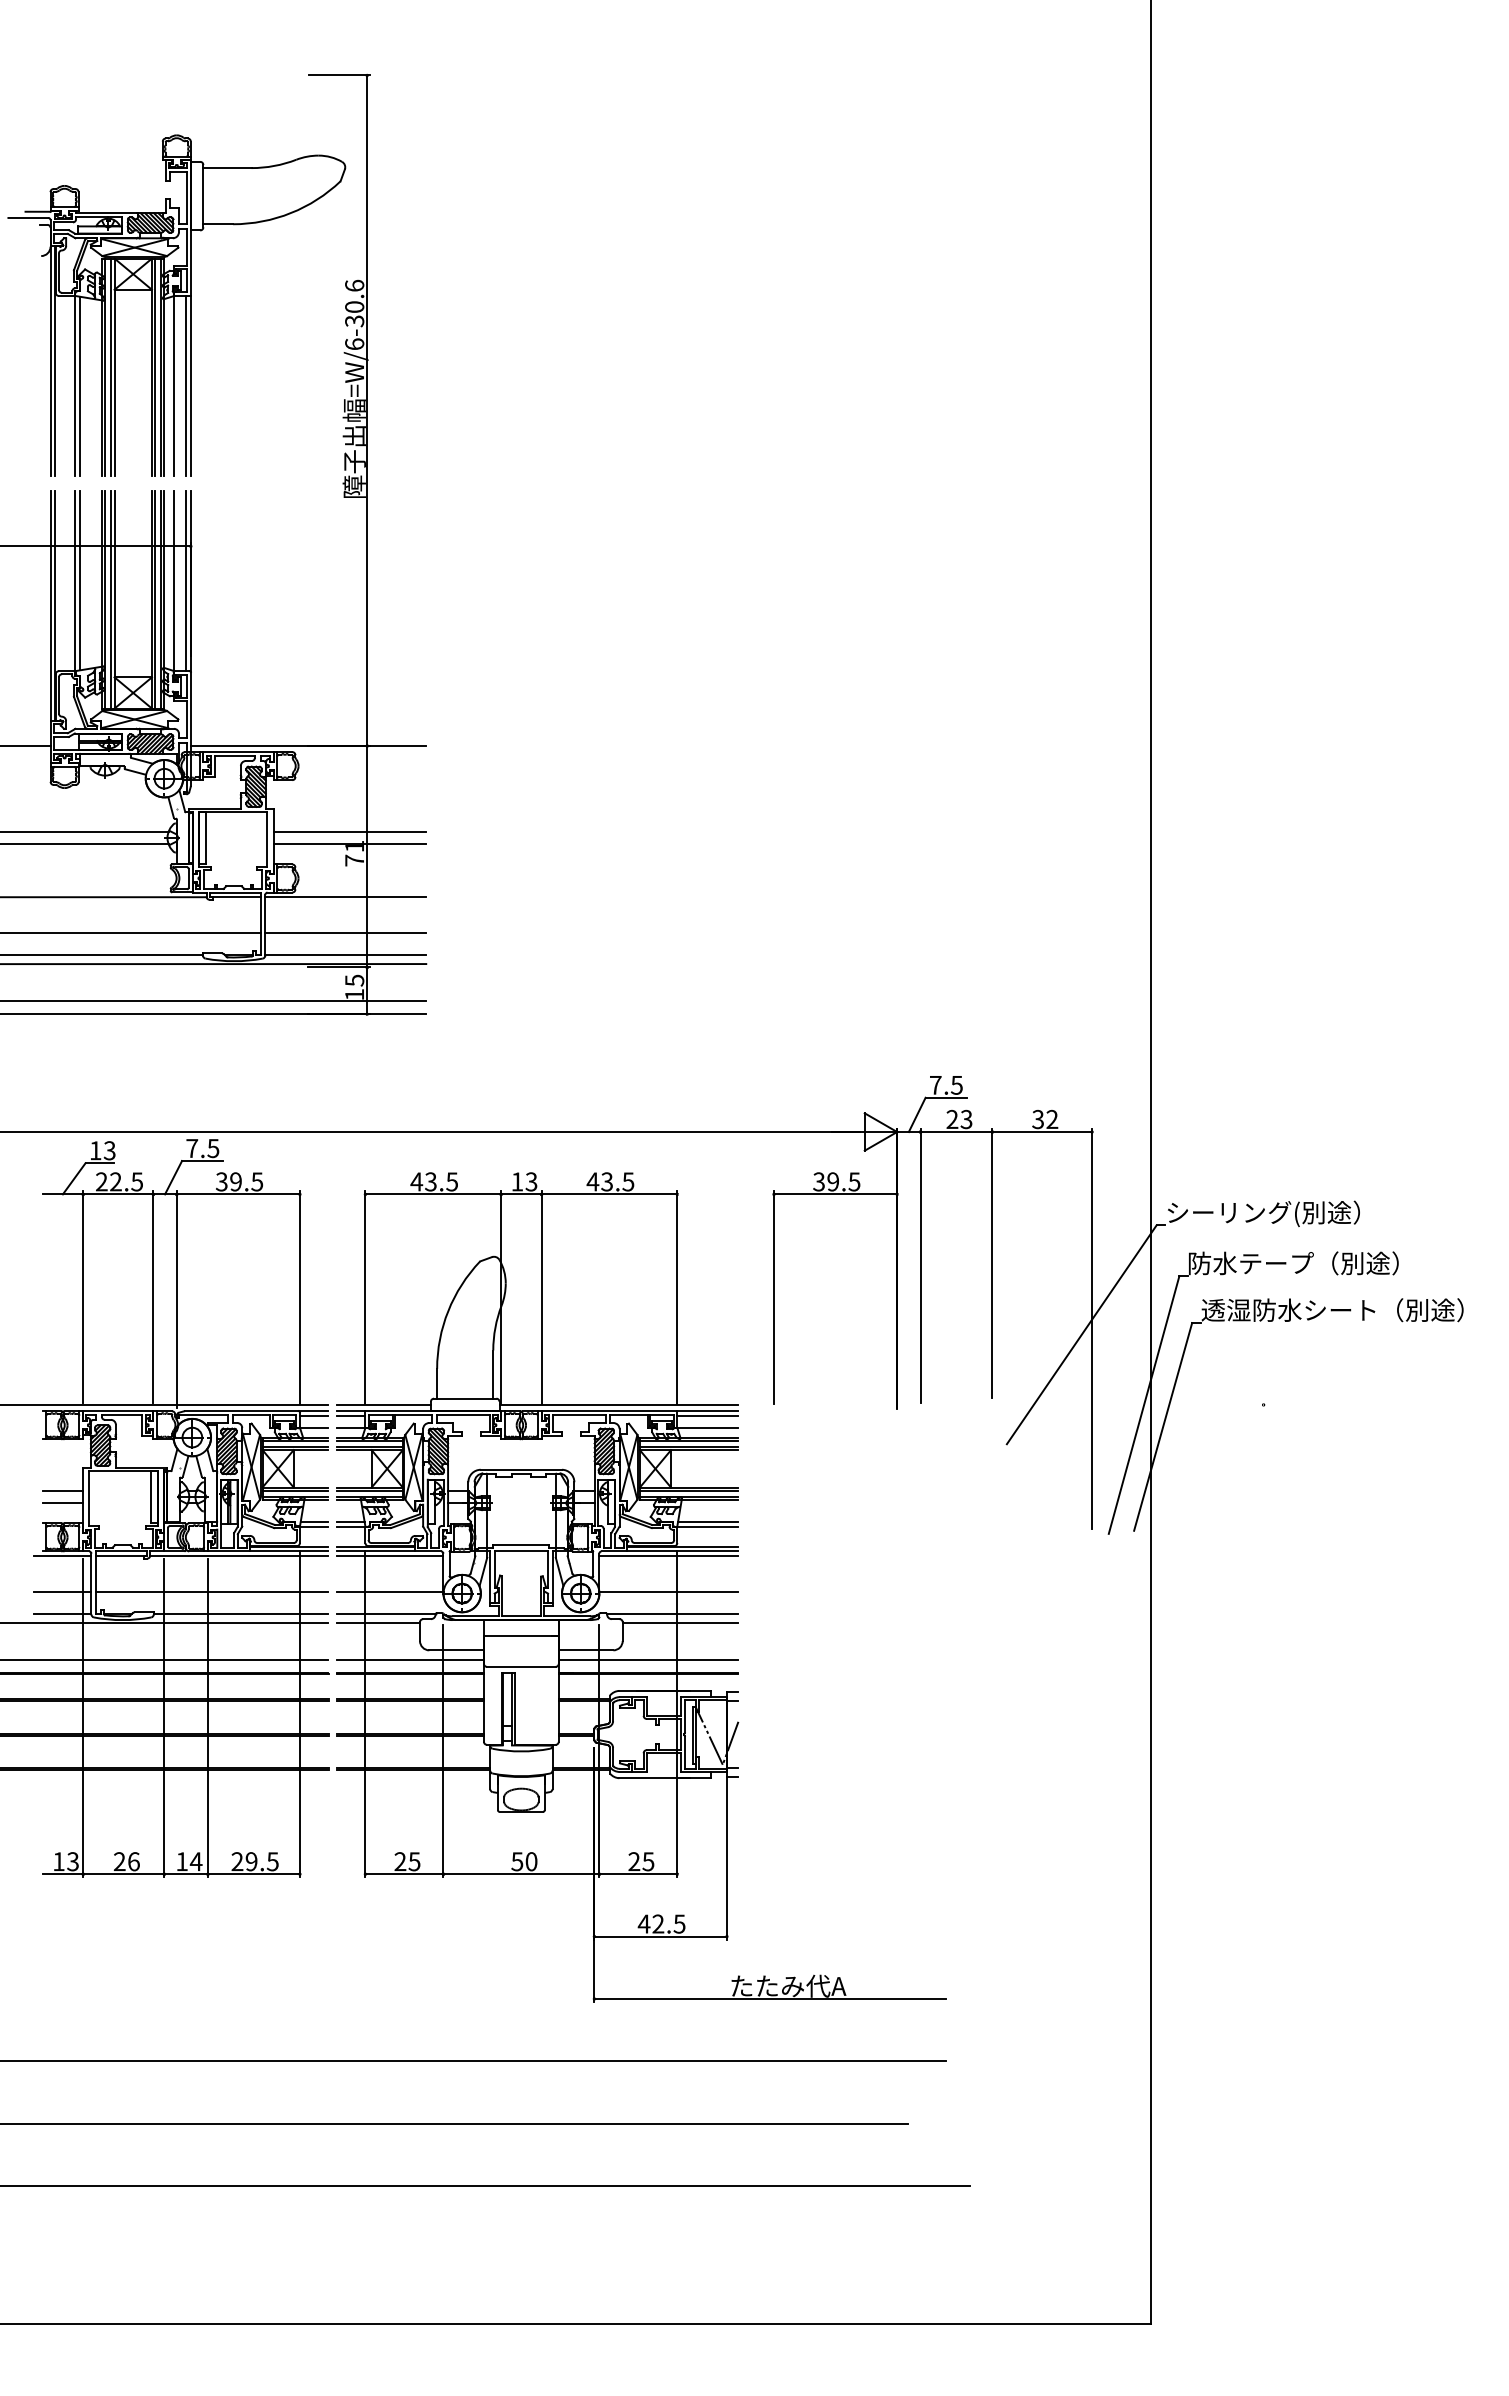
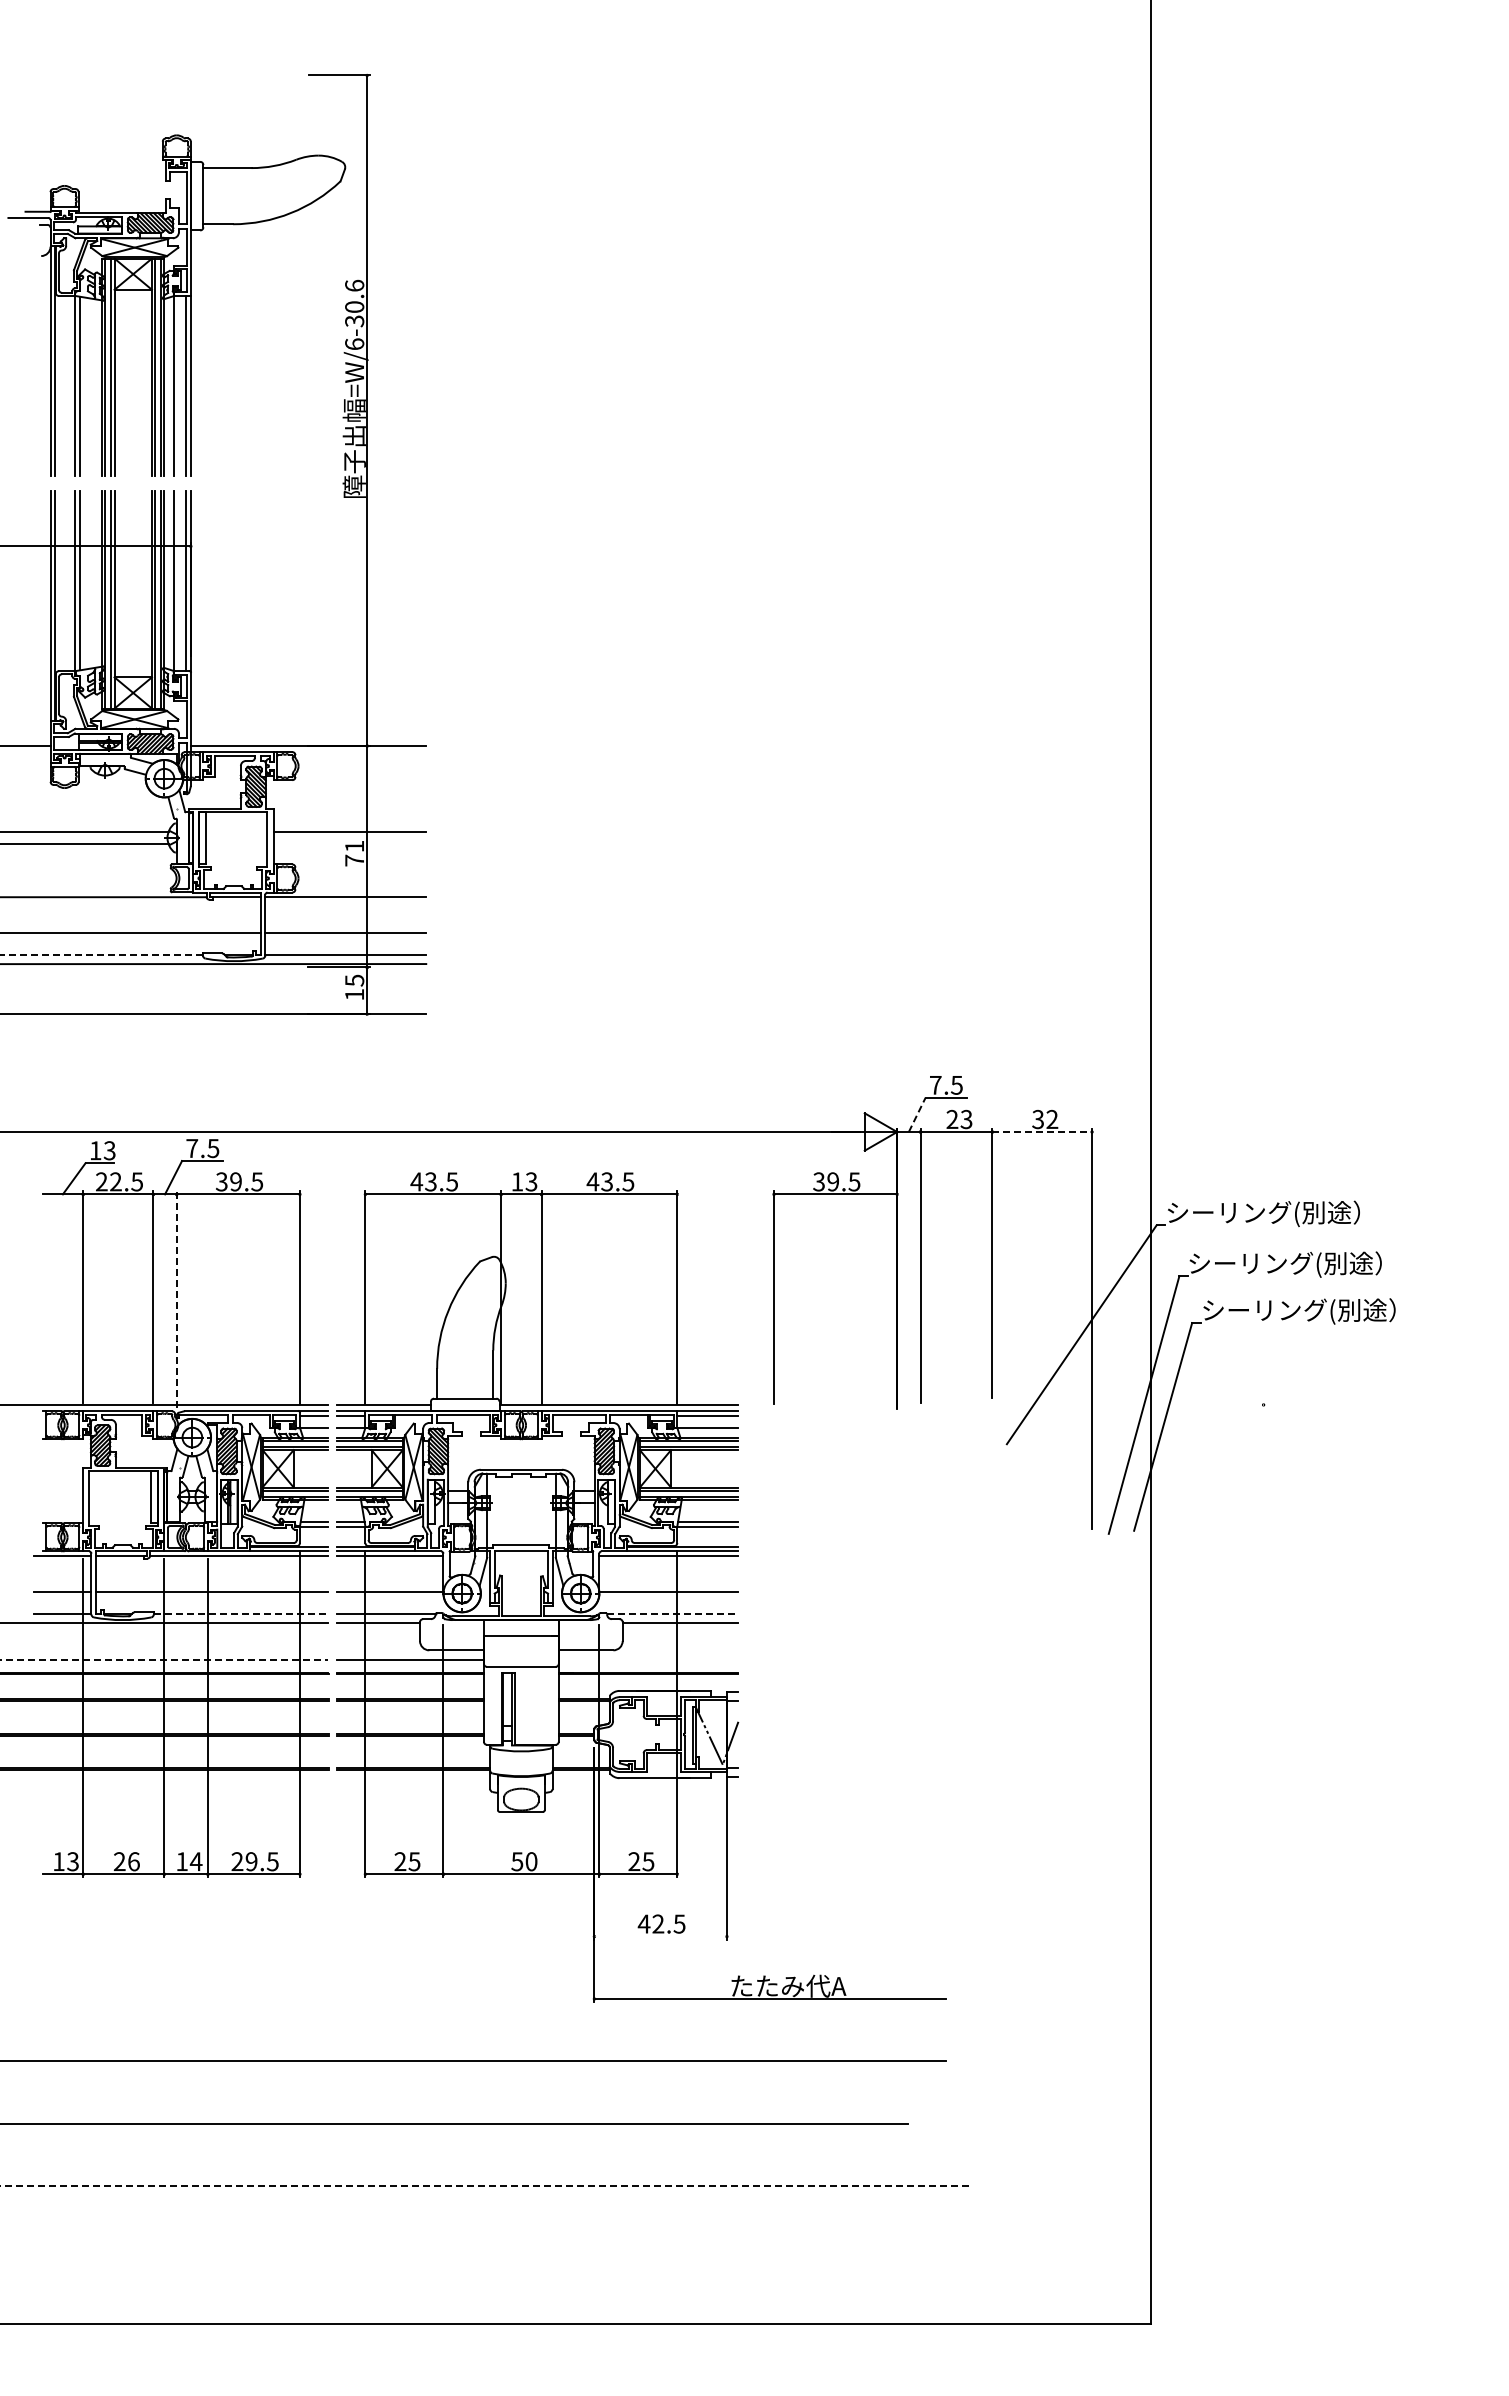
line at (349, 844): present -> none
line at (100, 954): solid -> dashed
line at (214, 1001): present -> none
line at (917, 1114): solid -> dashed
line at (1042, 1132): solid -> dashed
text at (1293, 1264): 防水テープ（別途） -> シーリング(別途）
line at (176, 1299): solid -> dashed
text at (1332, 1311): 透湿防水シート（別途） -> シーリング(別途）
line at (62, 1490): present -> none
line at (62, 1503): present -> none
line at (241, 1613): solid -> dashed
line at (672, 1613): solid -> dashed
line at (164, 1660): solid -> dashed
line at (648, 1660): present -> none
line at (660, 1936): present -> none
line at (485, 2186): solid -> dashed
